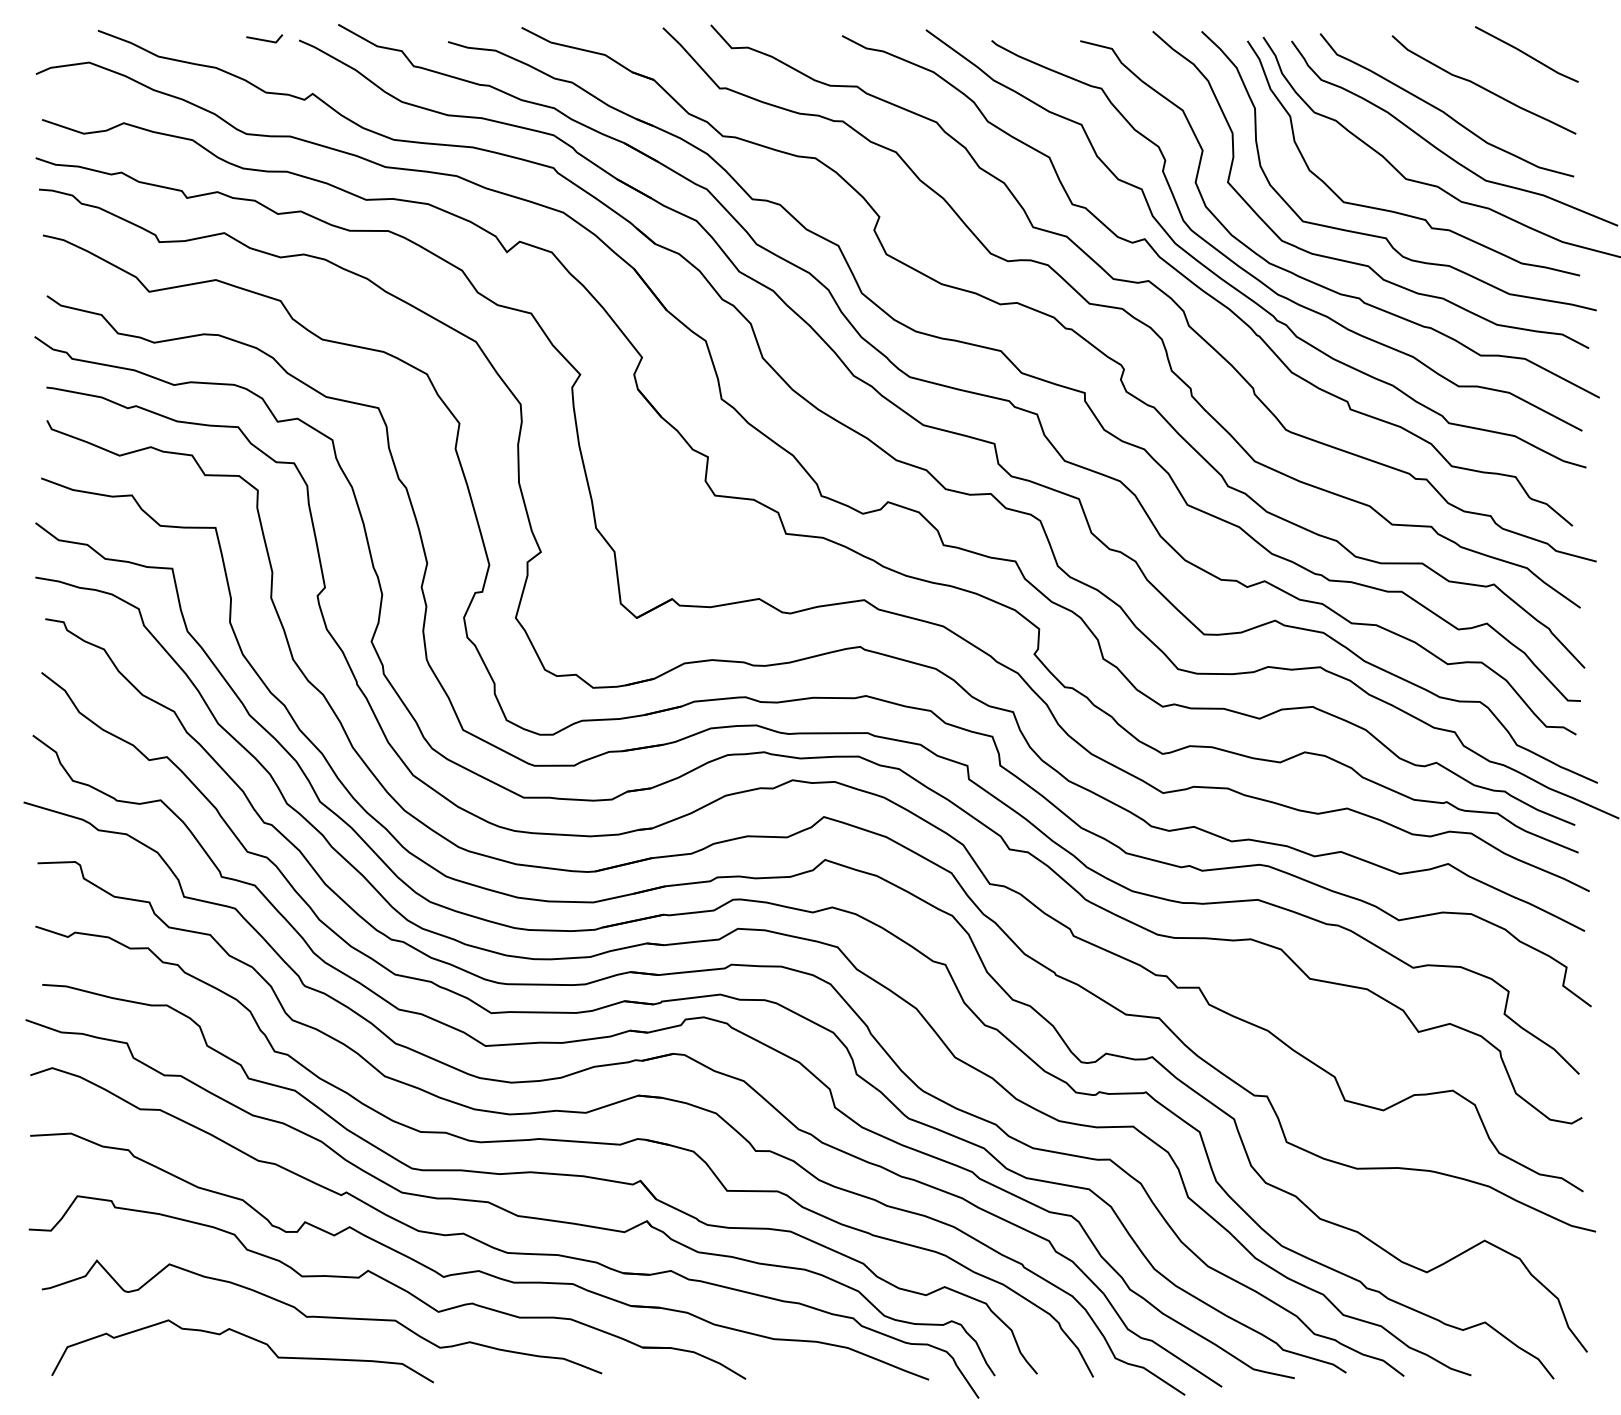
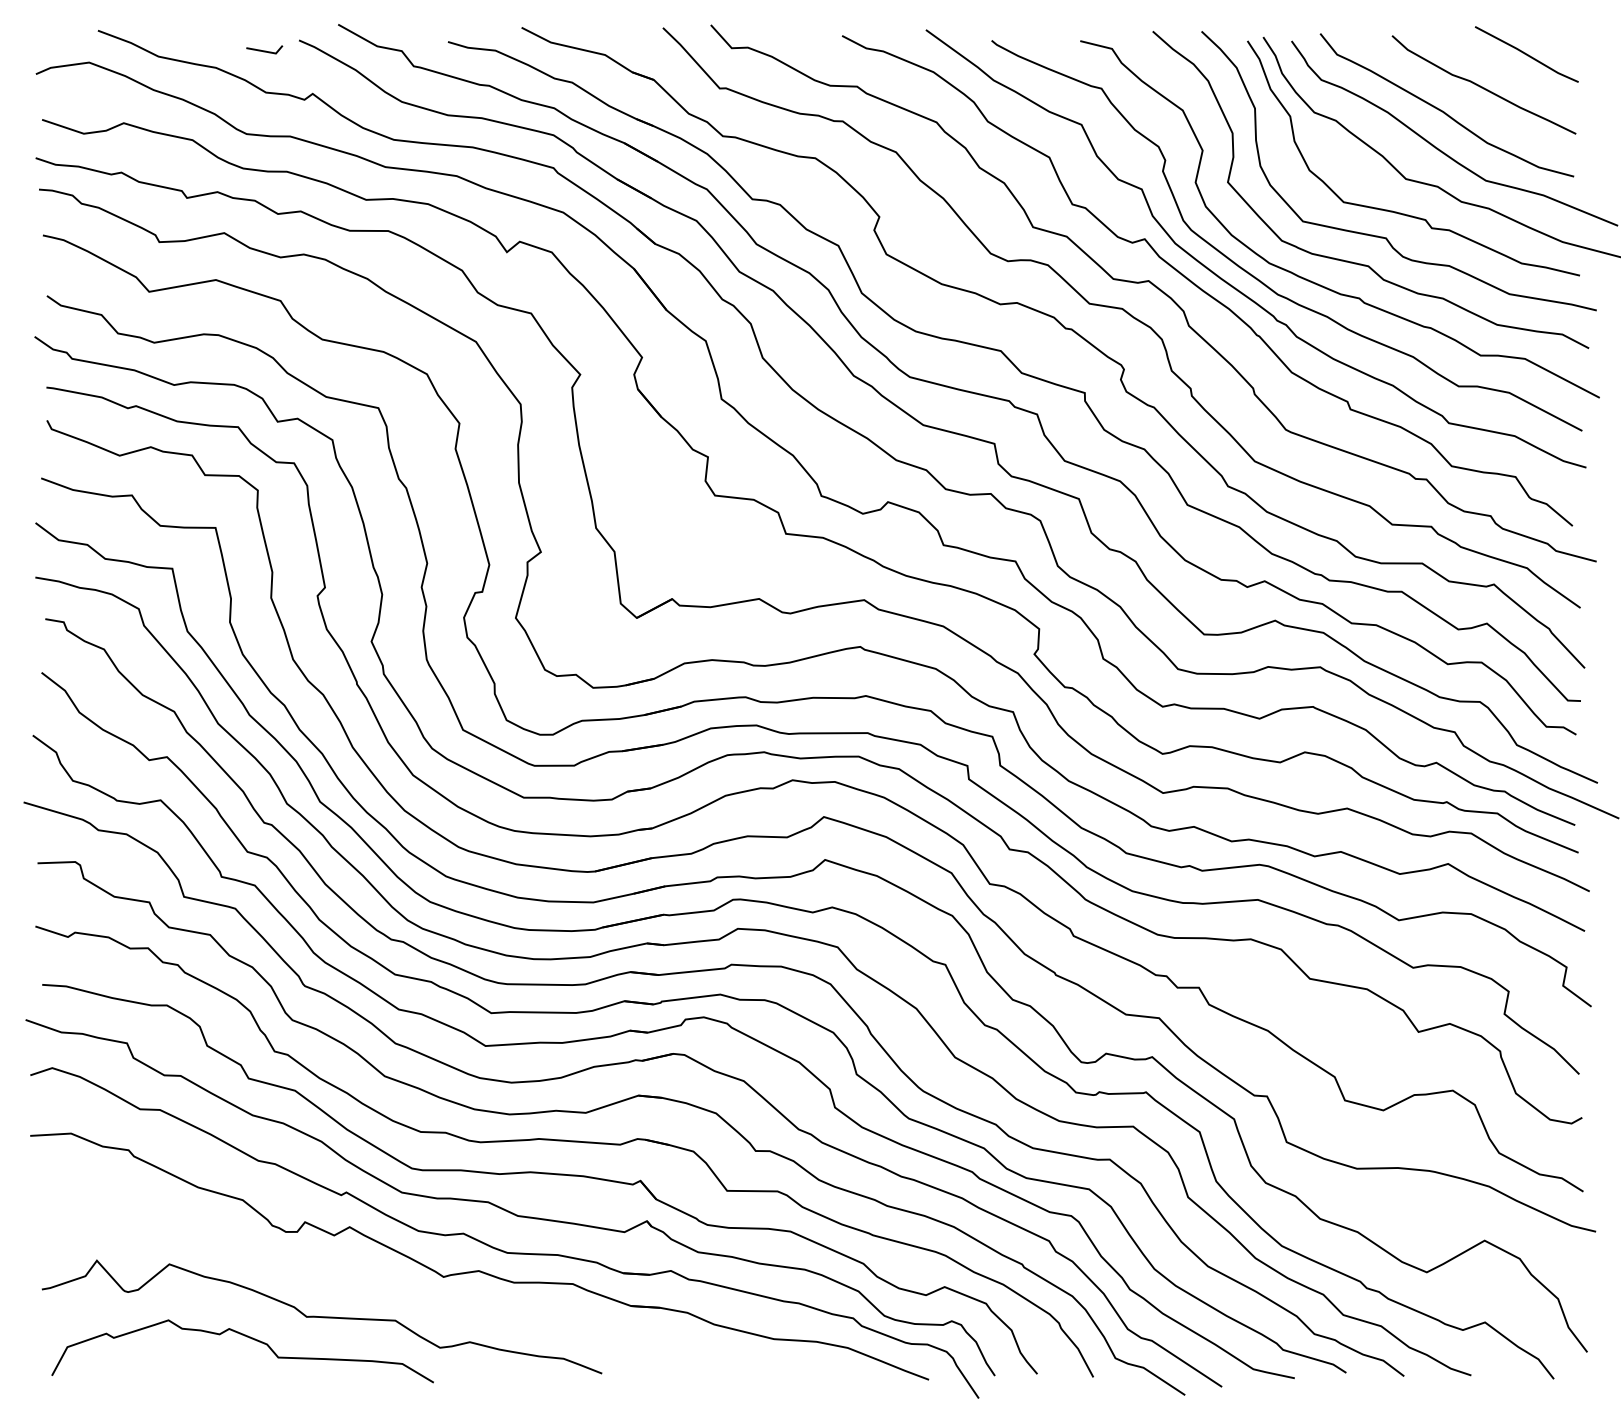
line at (264, 39) position: (264, 39) -> (264, 50)
part at (387, 1287): present -> none
